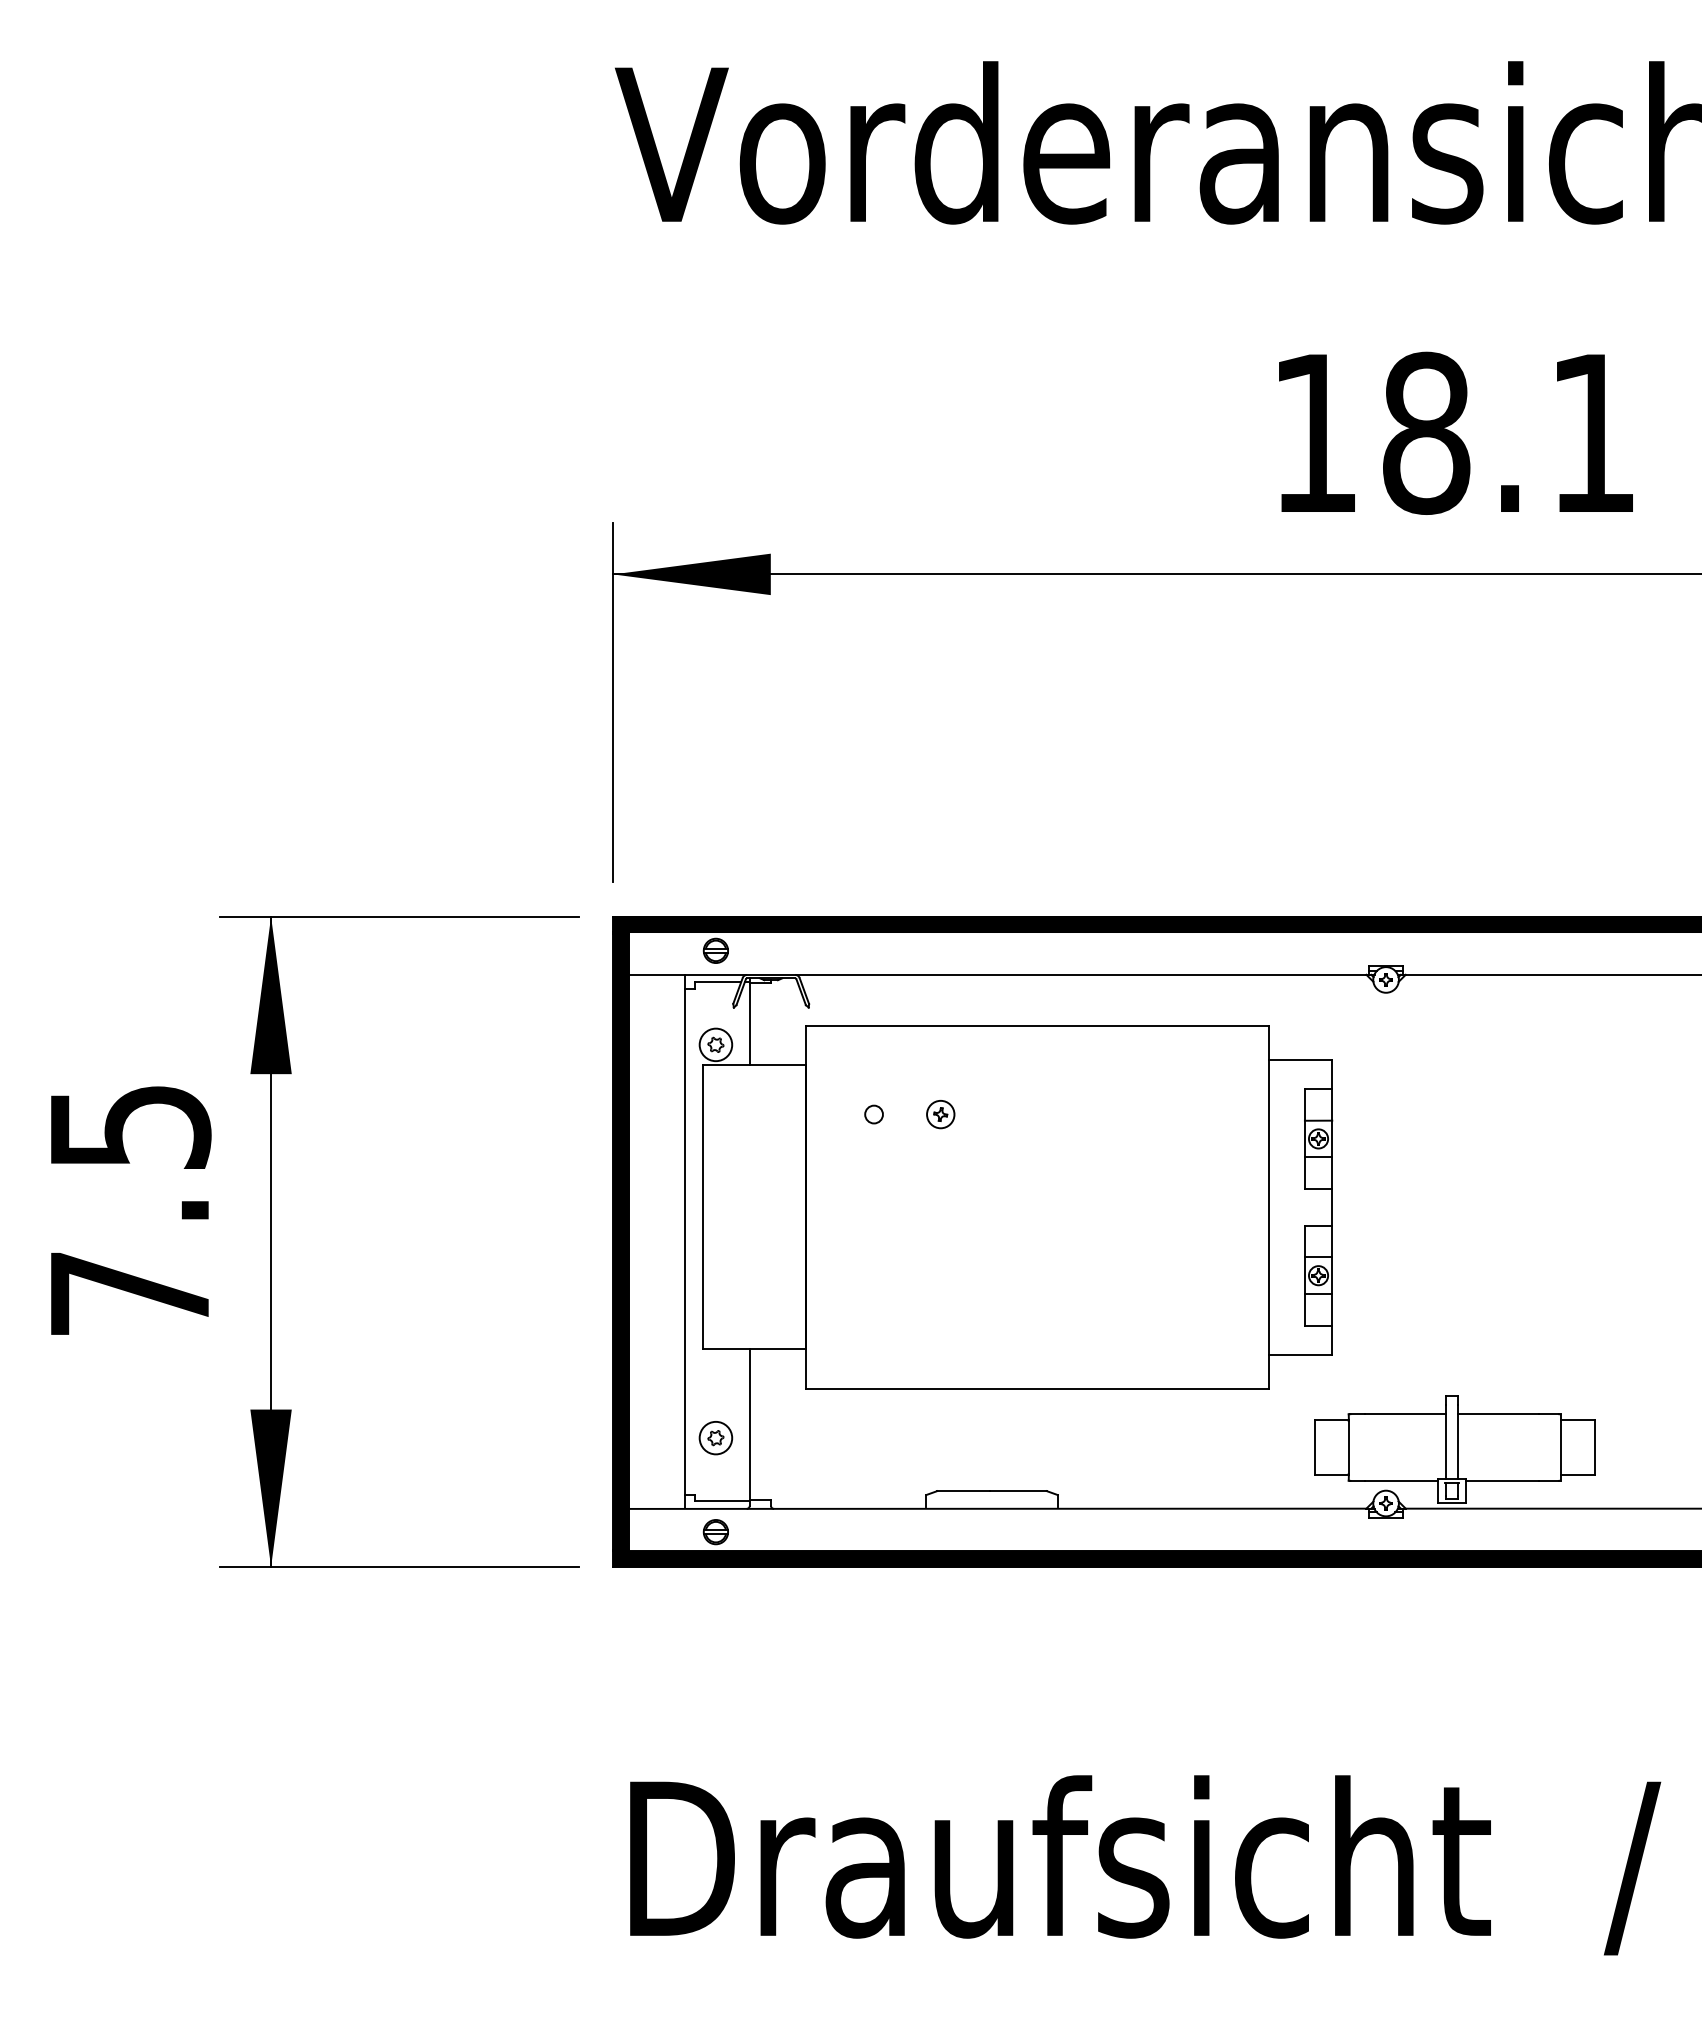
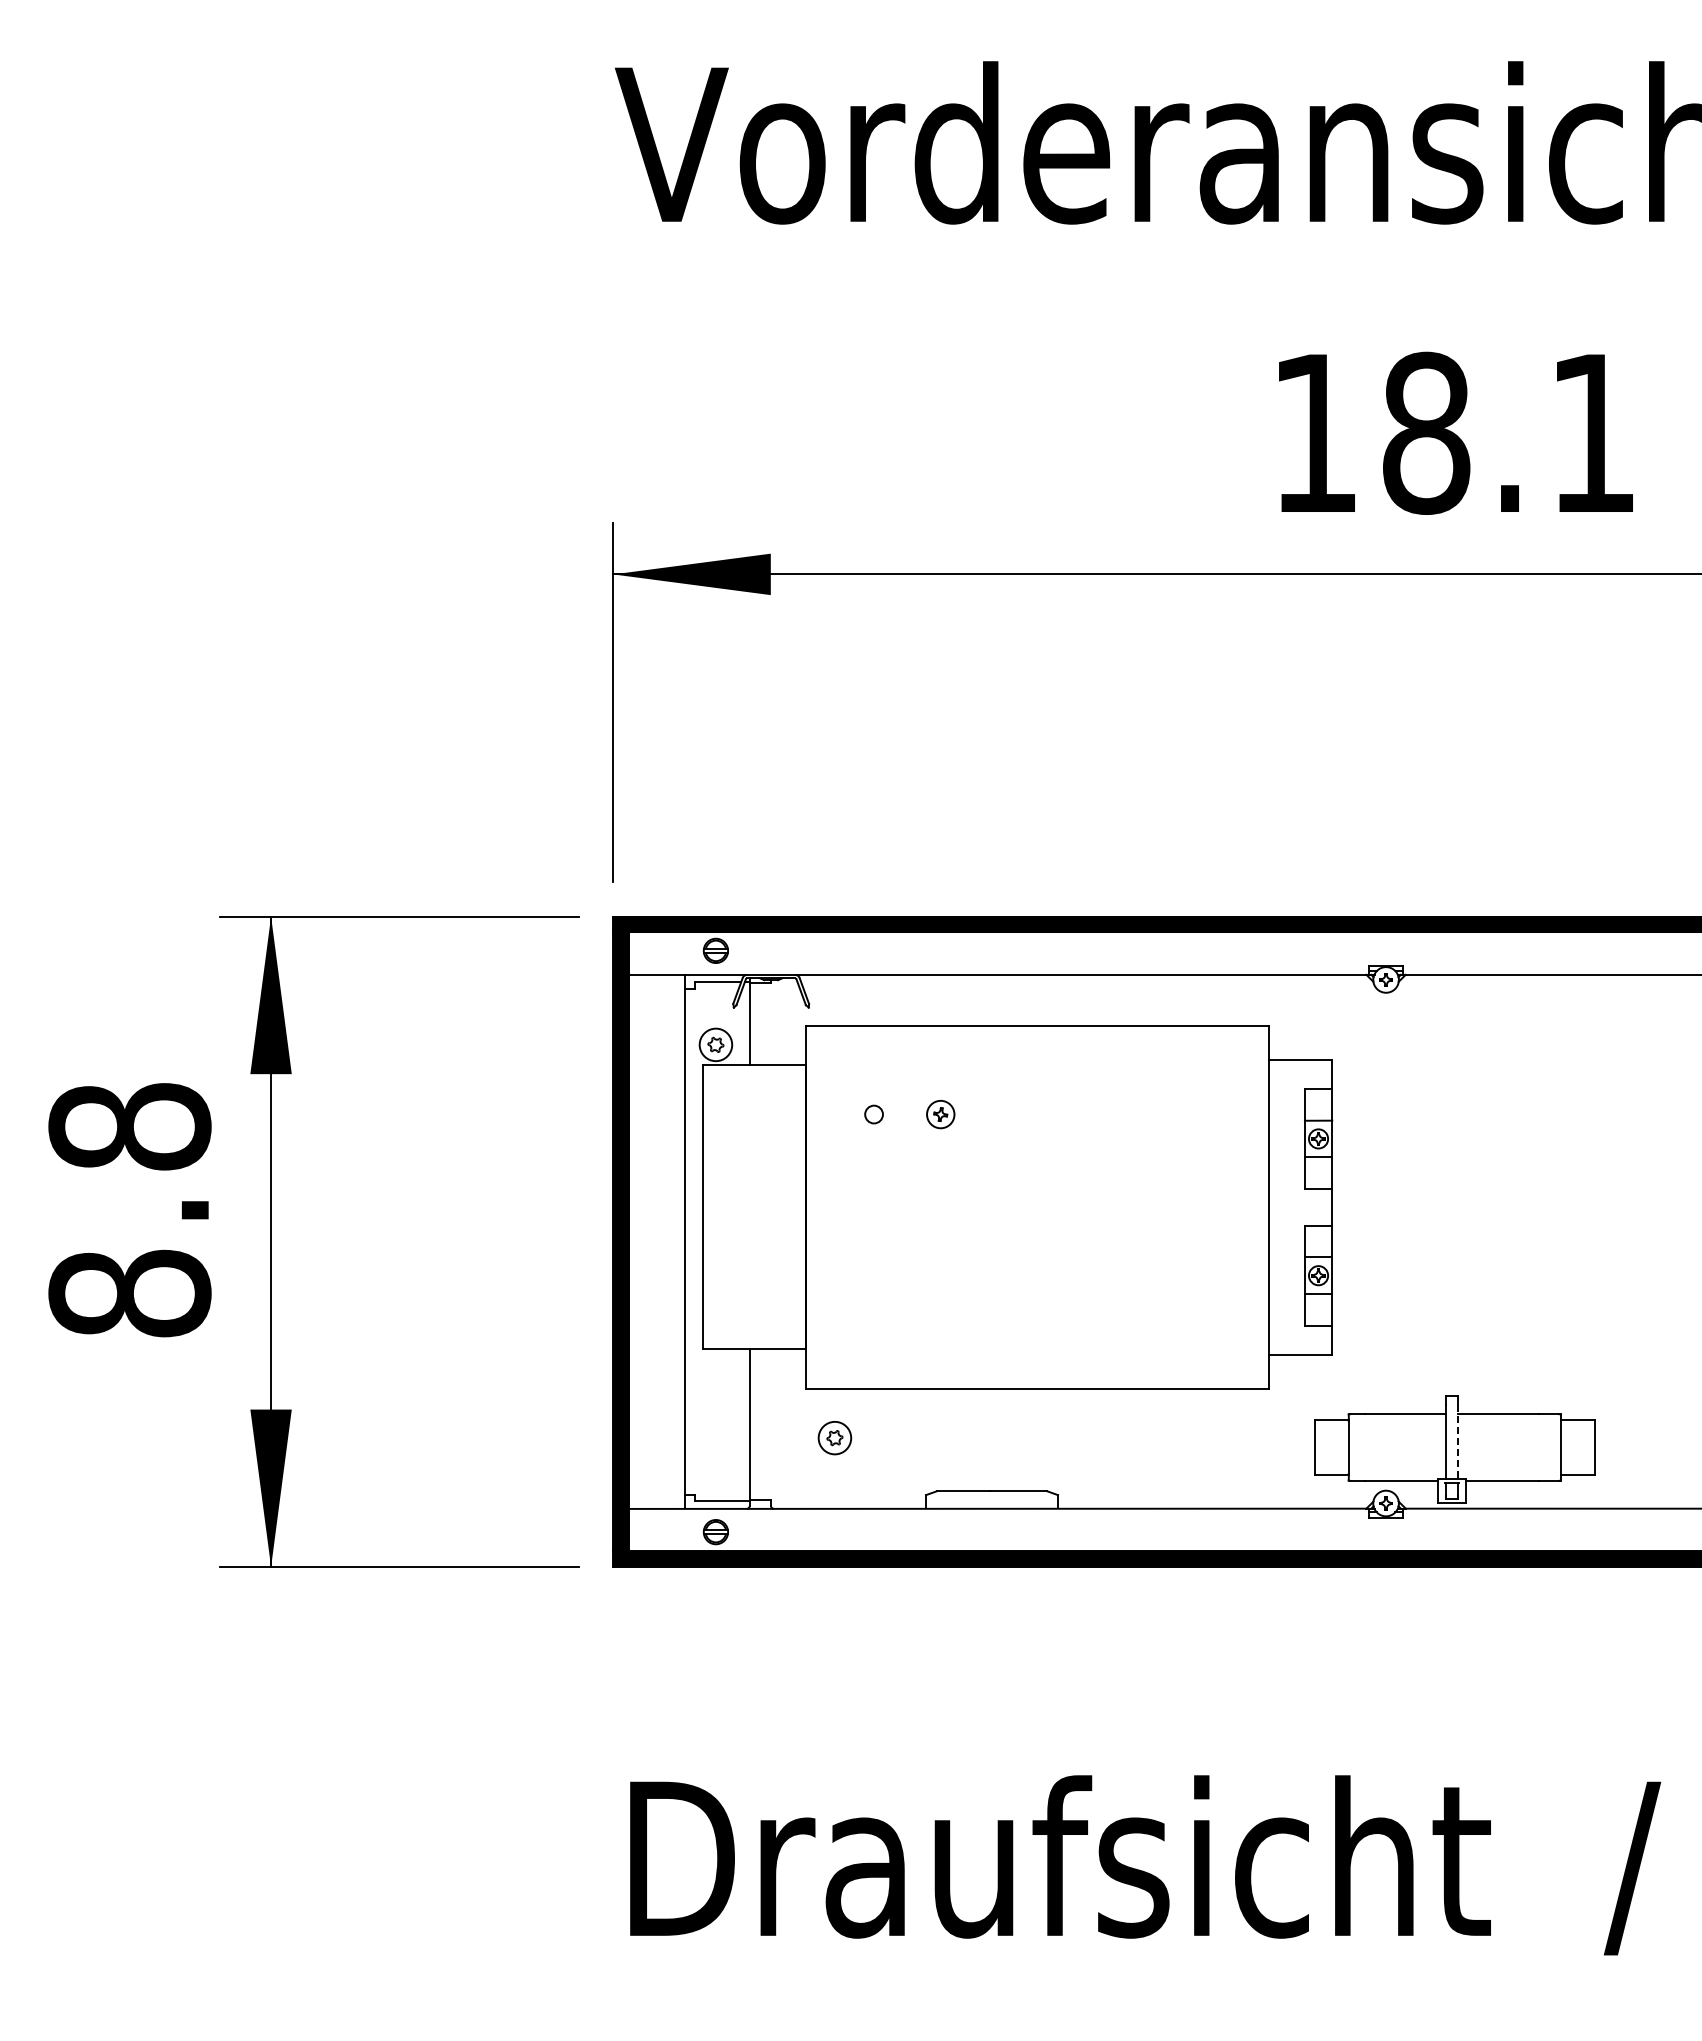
text at (129, 1210): 7.5 -> 8.8
part at (715, 1438) position: (715, 1438) -> (834, 1438)
line at (1457, 1442): solid -> dashed
